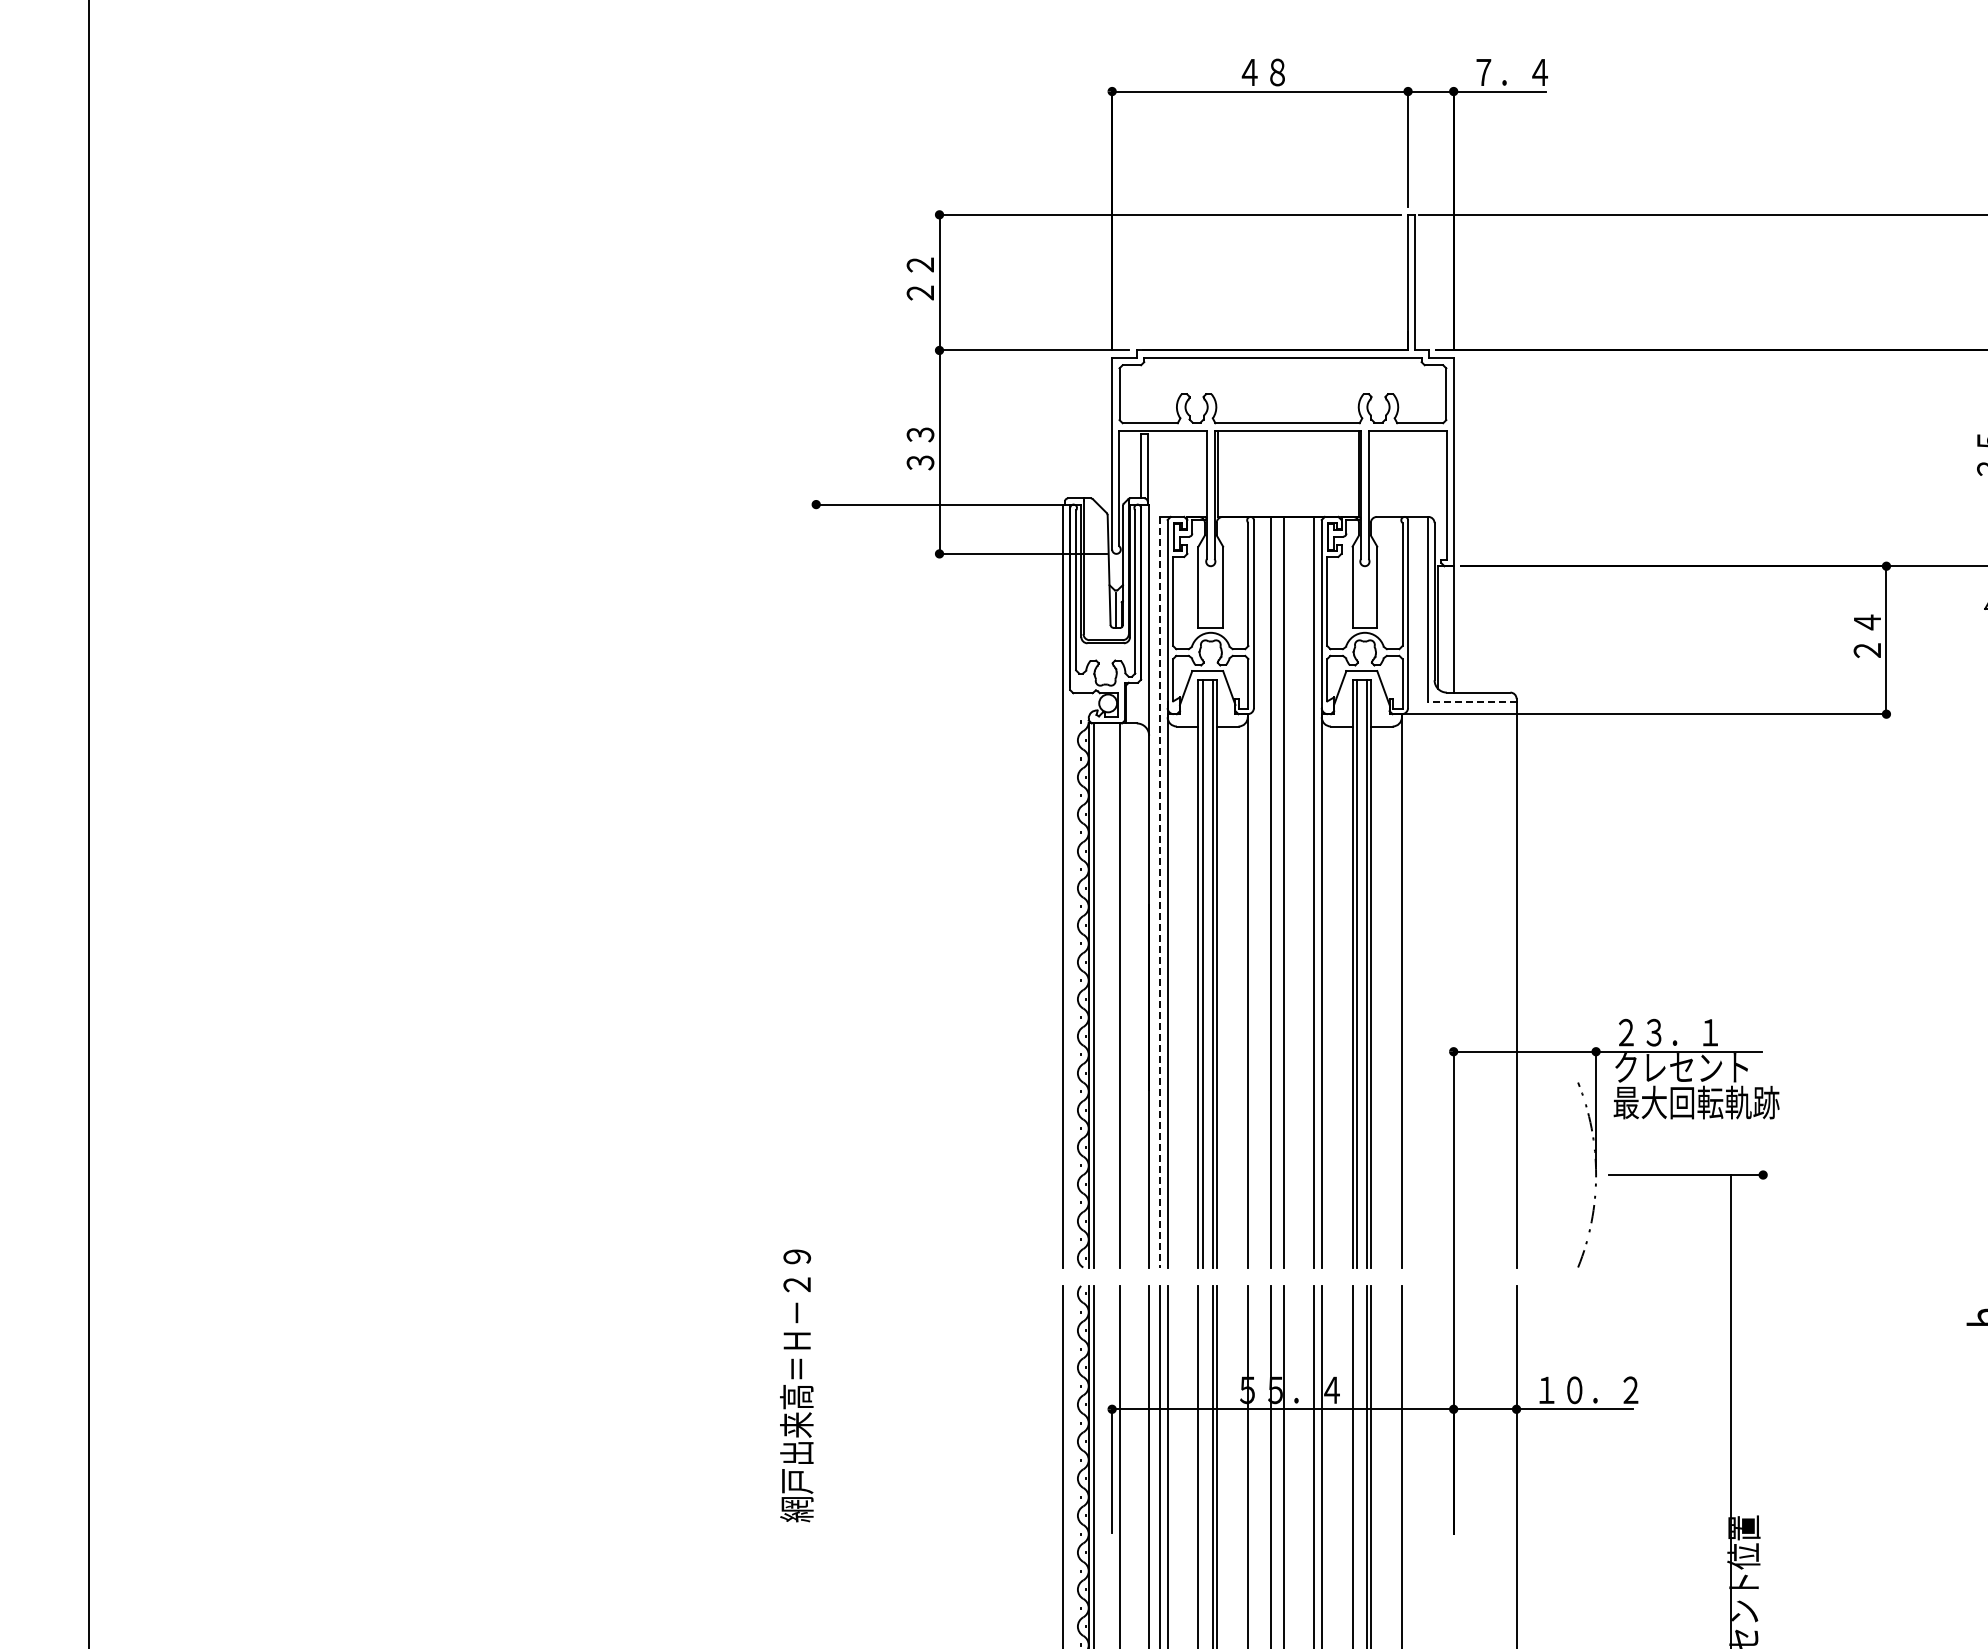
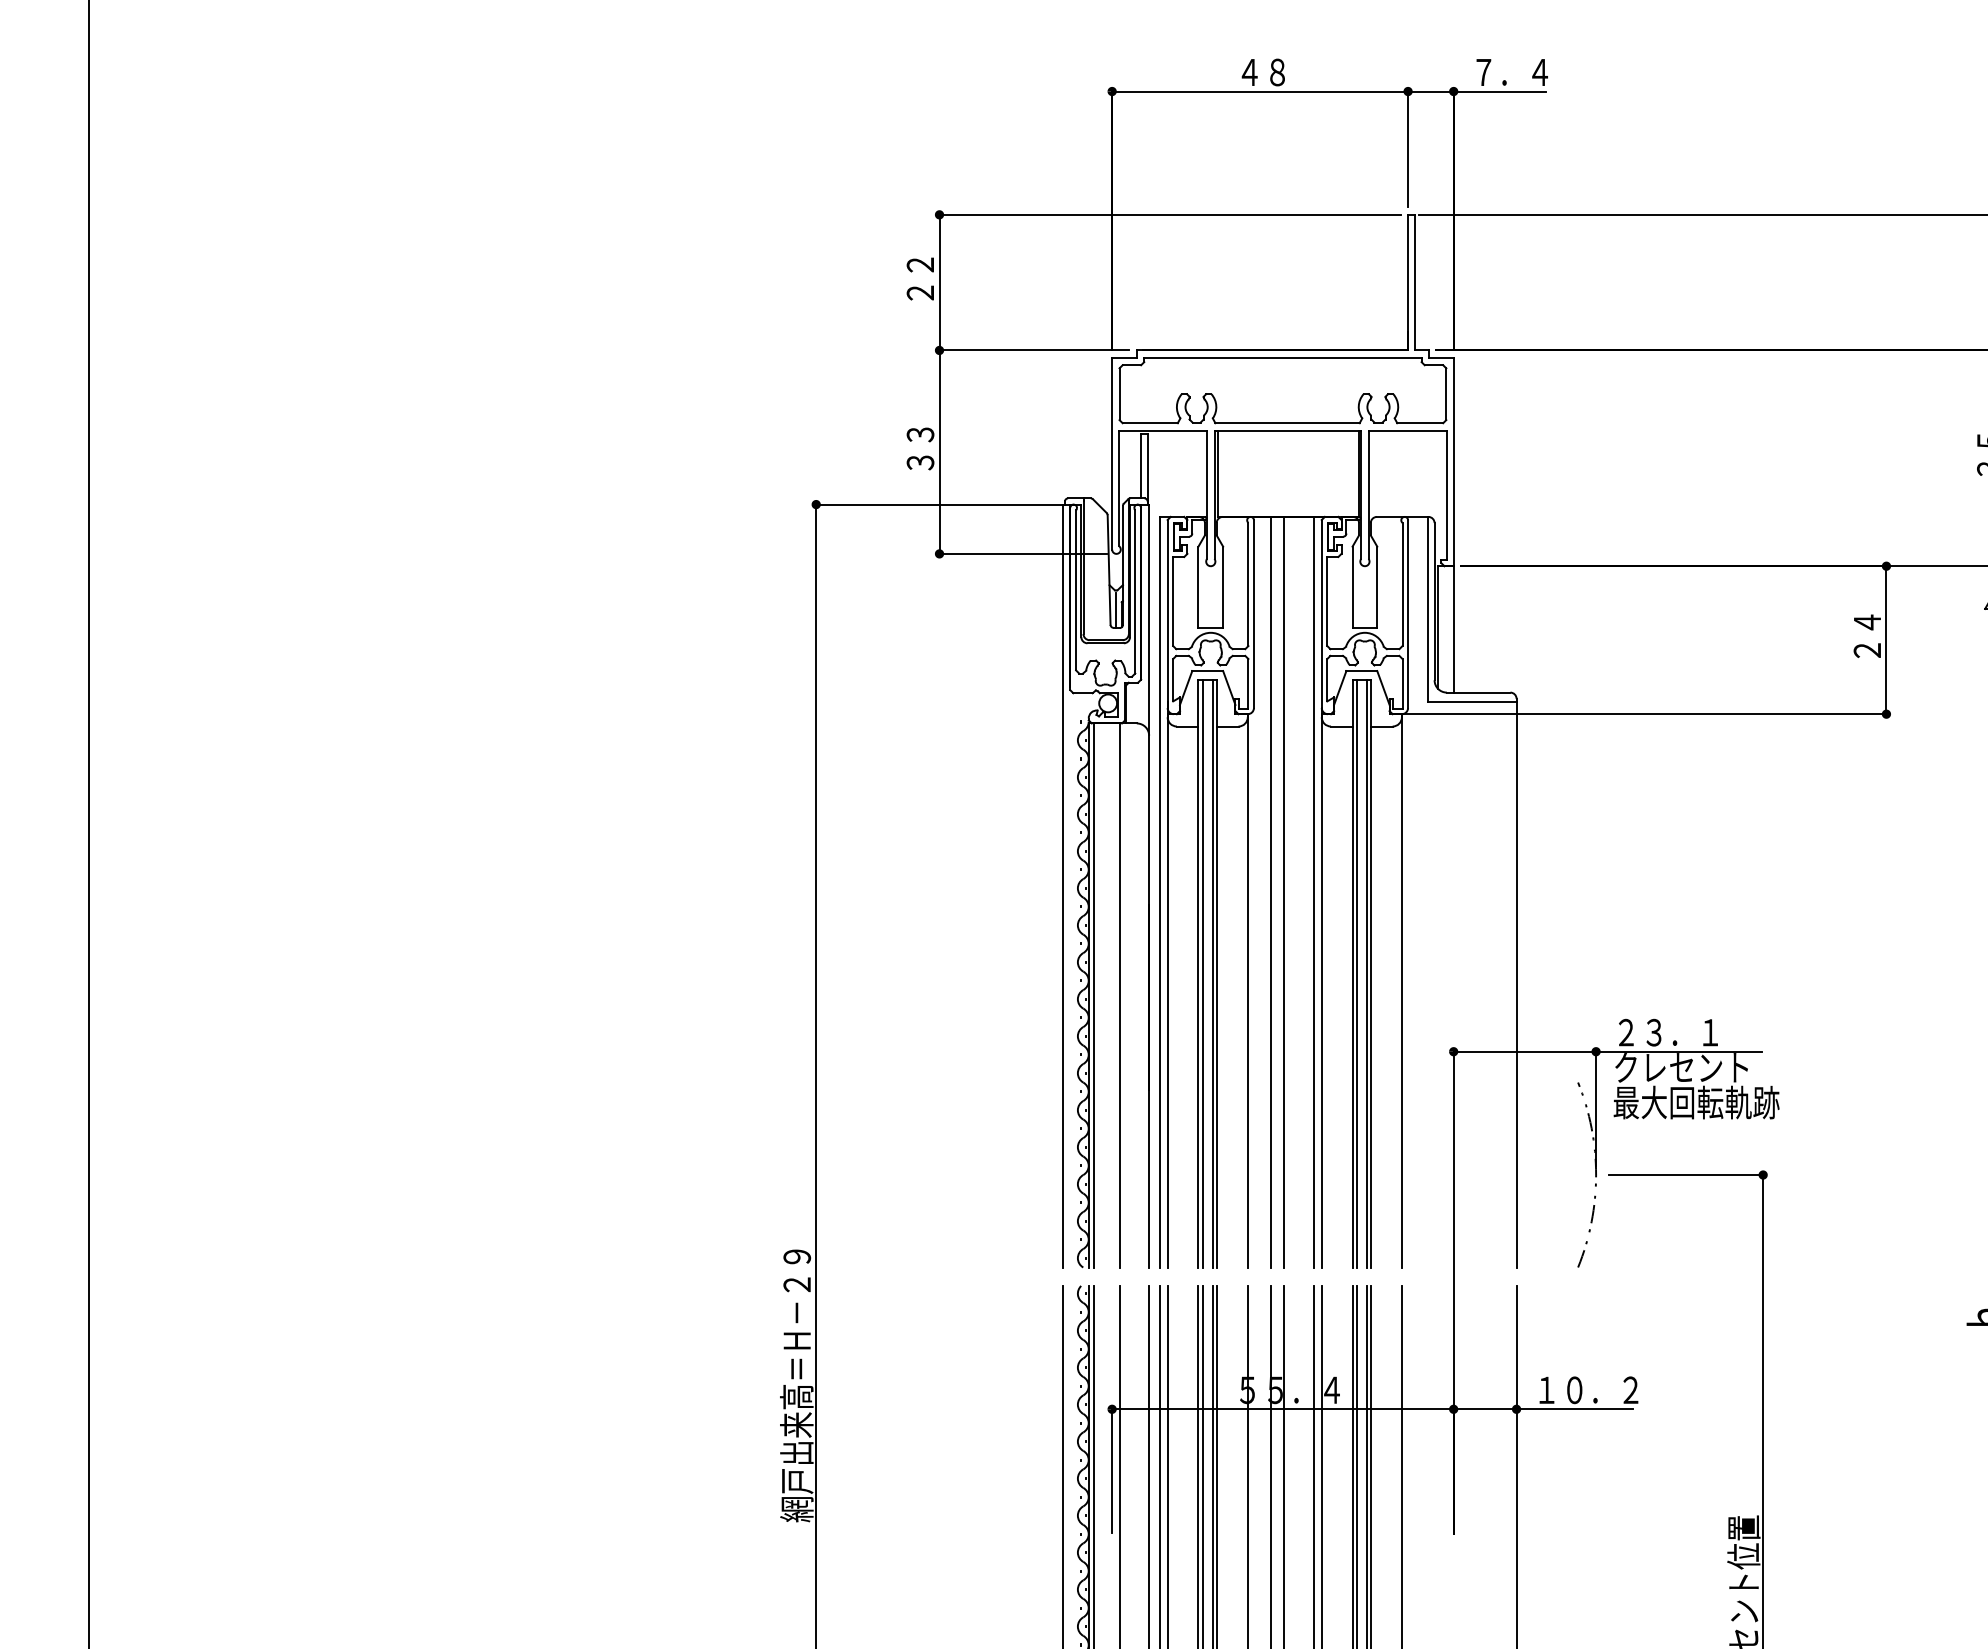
line at (1472, 701): dashed -> solid
line at (1159, 892): dashed -> solid
line at (816, 1074): none -> present
line at (1731, 1410) position: (1731, 1410) -> (1763, 1410)
line at (1202, 1465): none -> present
line at (1356, 1465): none -> present
